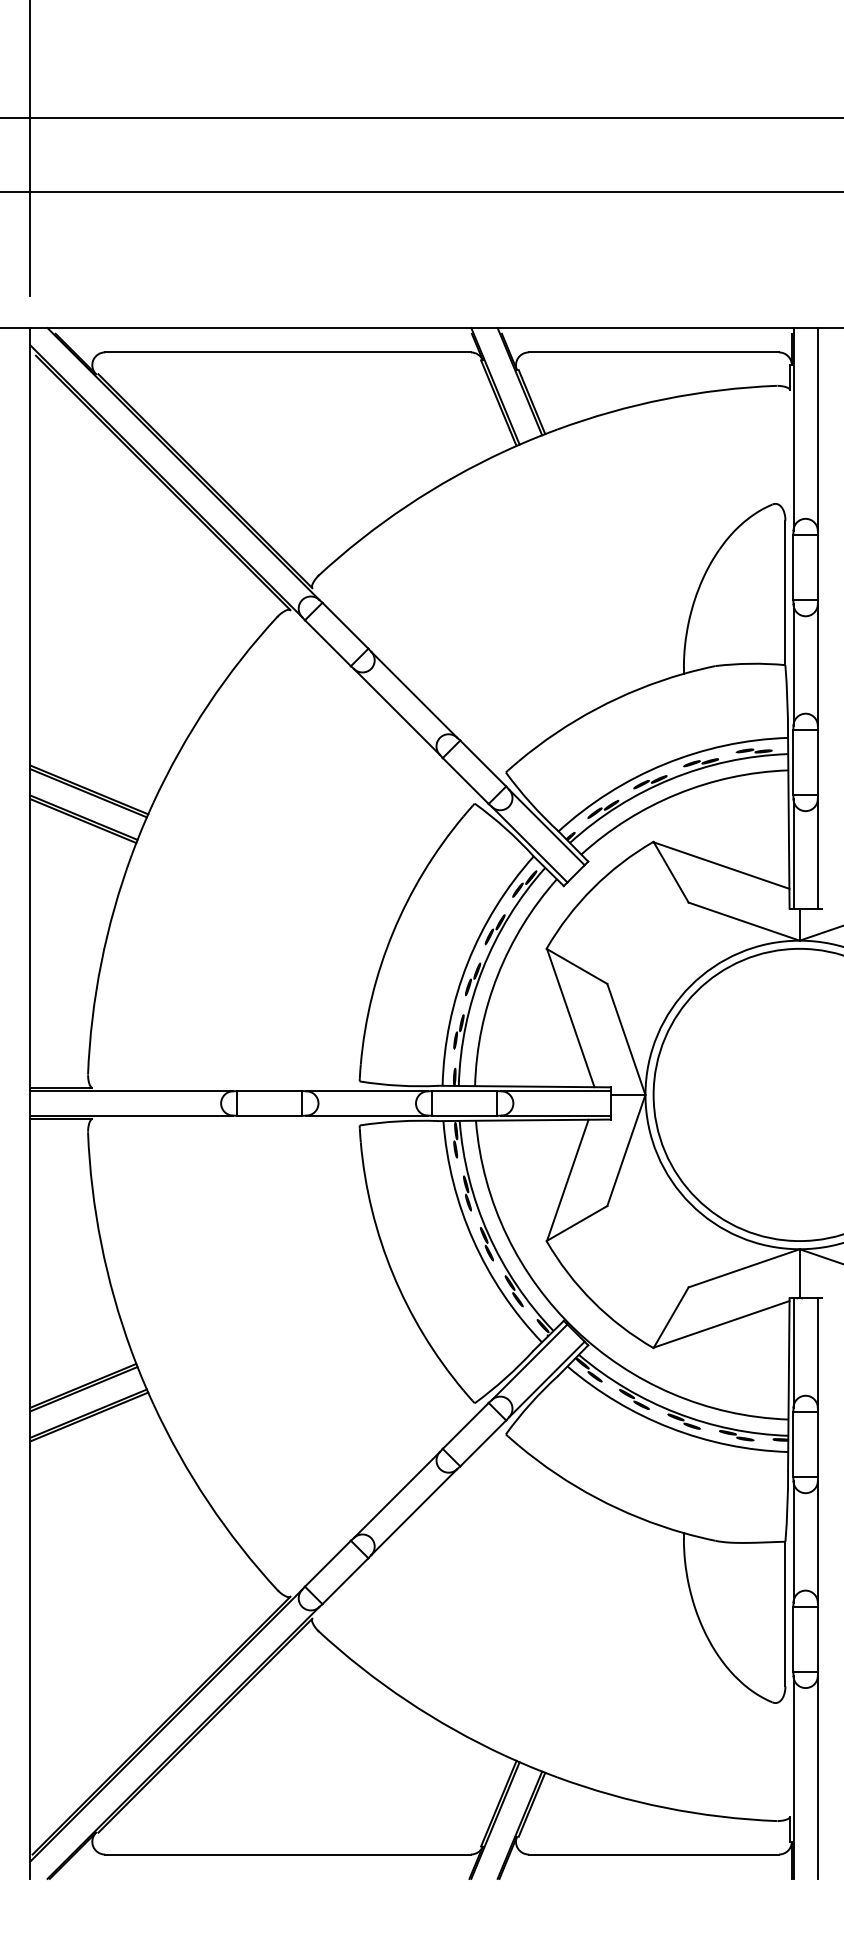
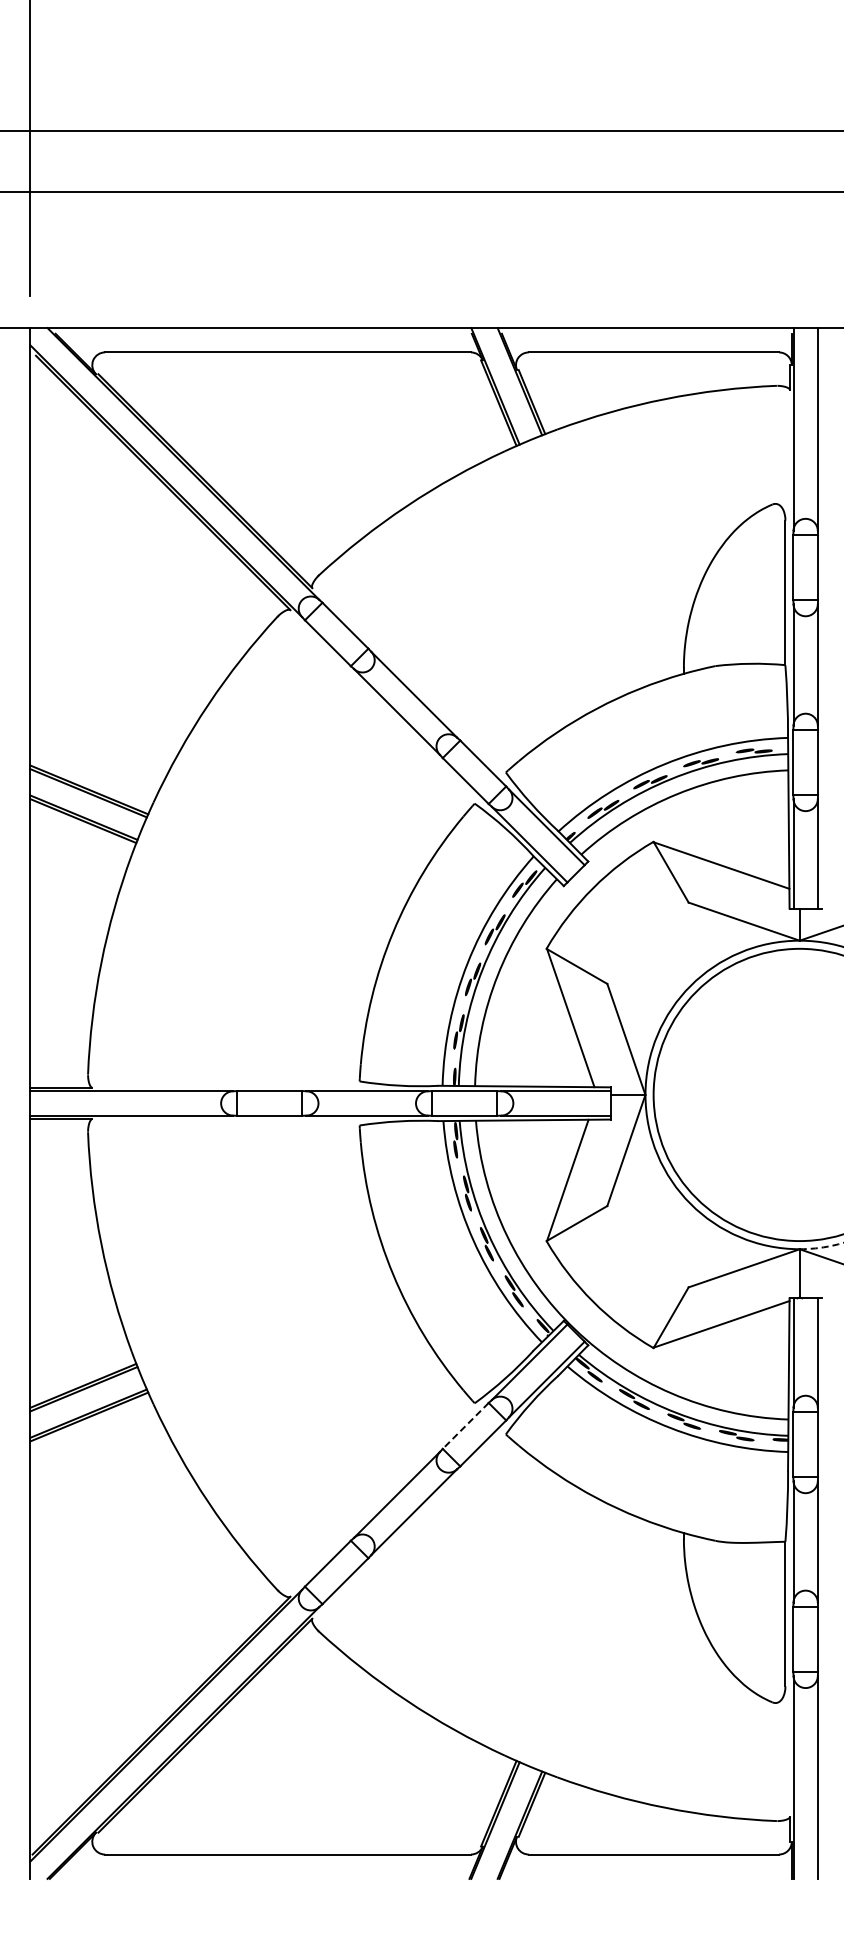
line at (421, 118) position: (421, 118) -> (421, 131)
arc at (823, 1247): solid -> dashed
line at (465, 1426): solid -> dashed
